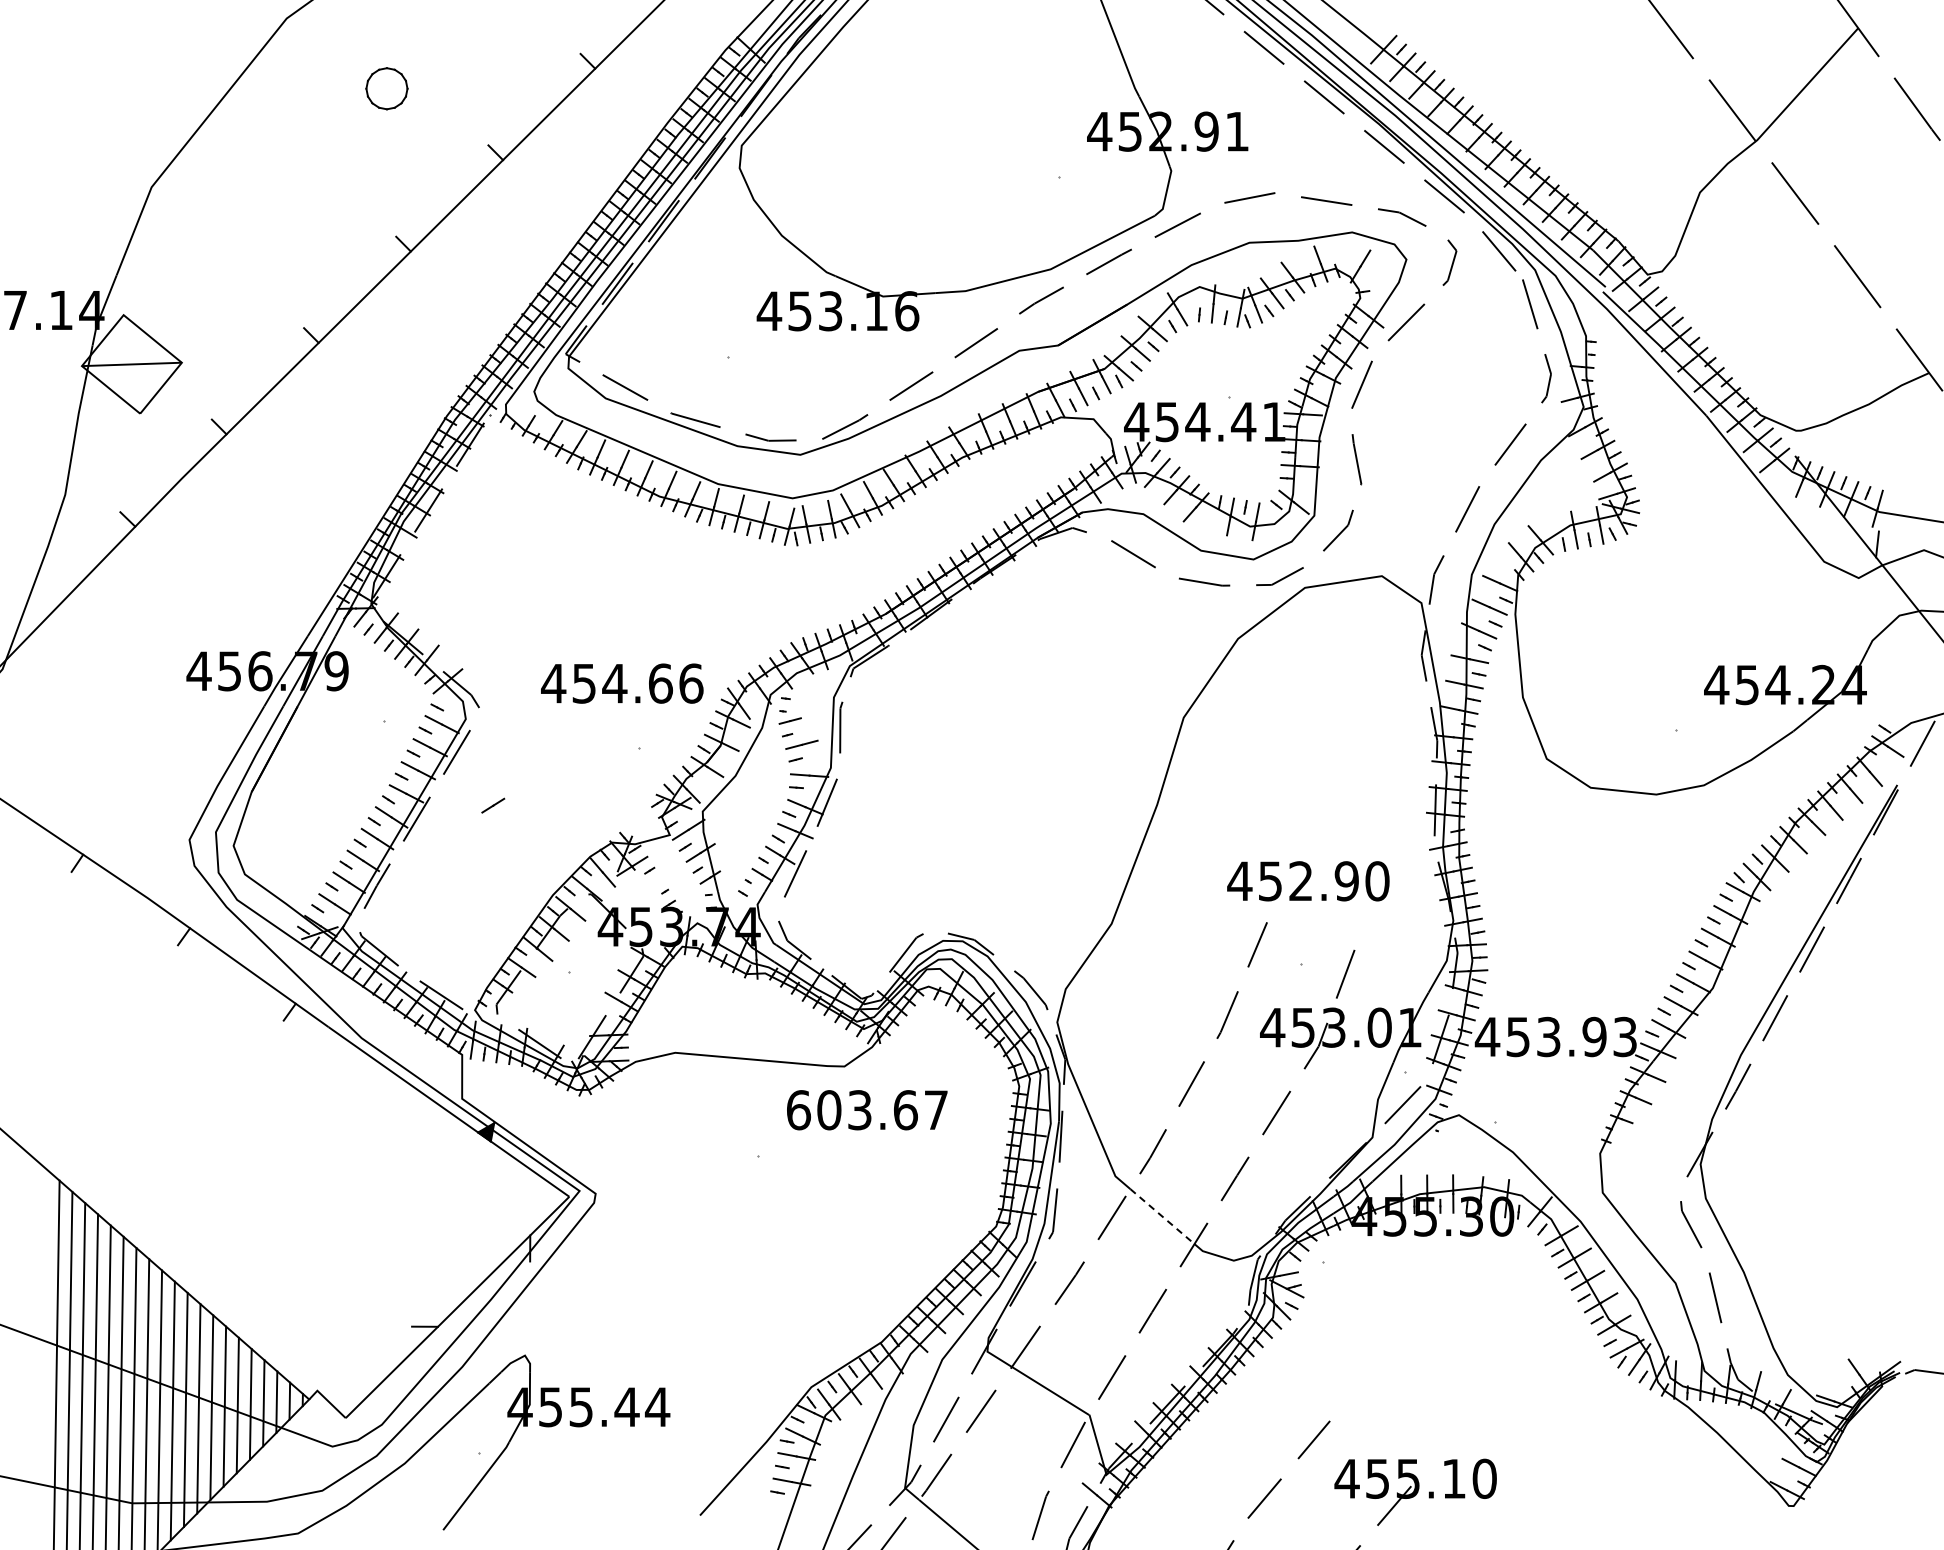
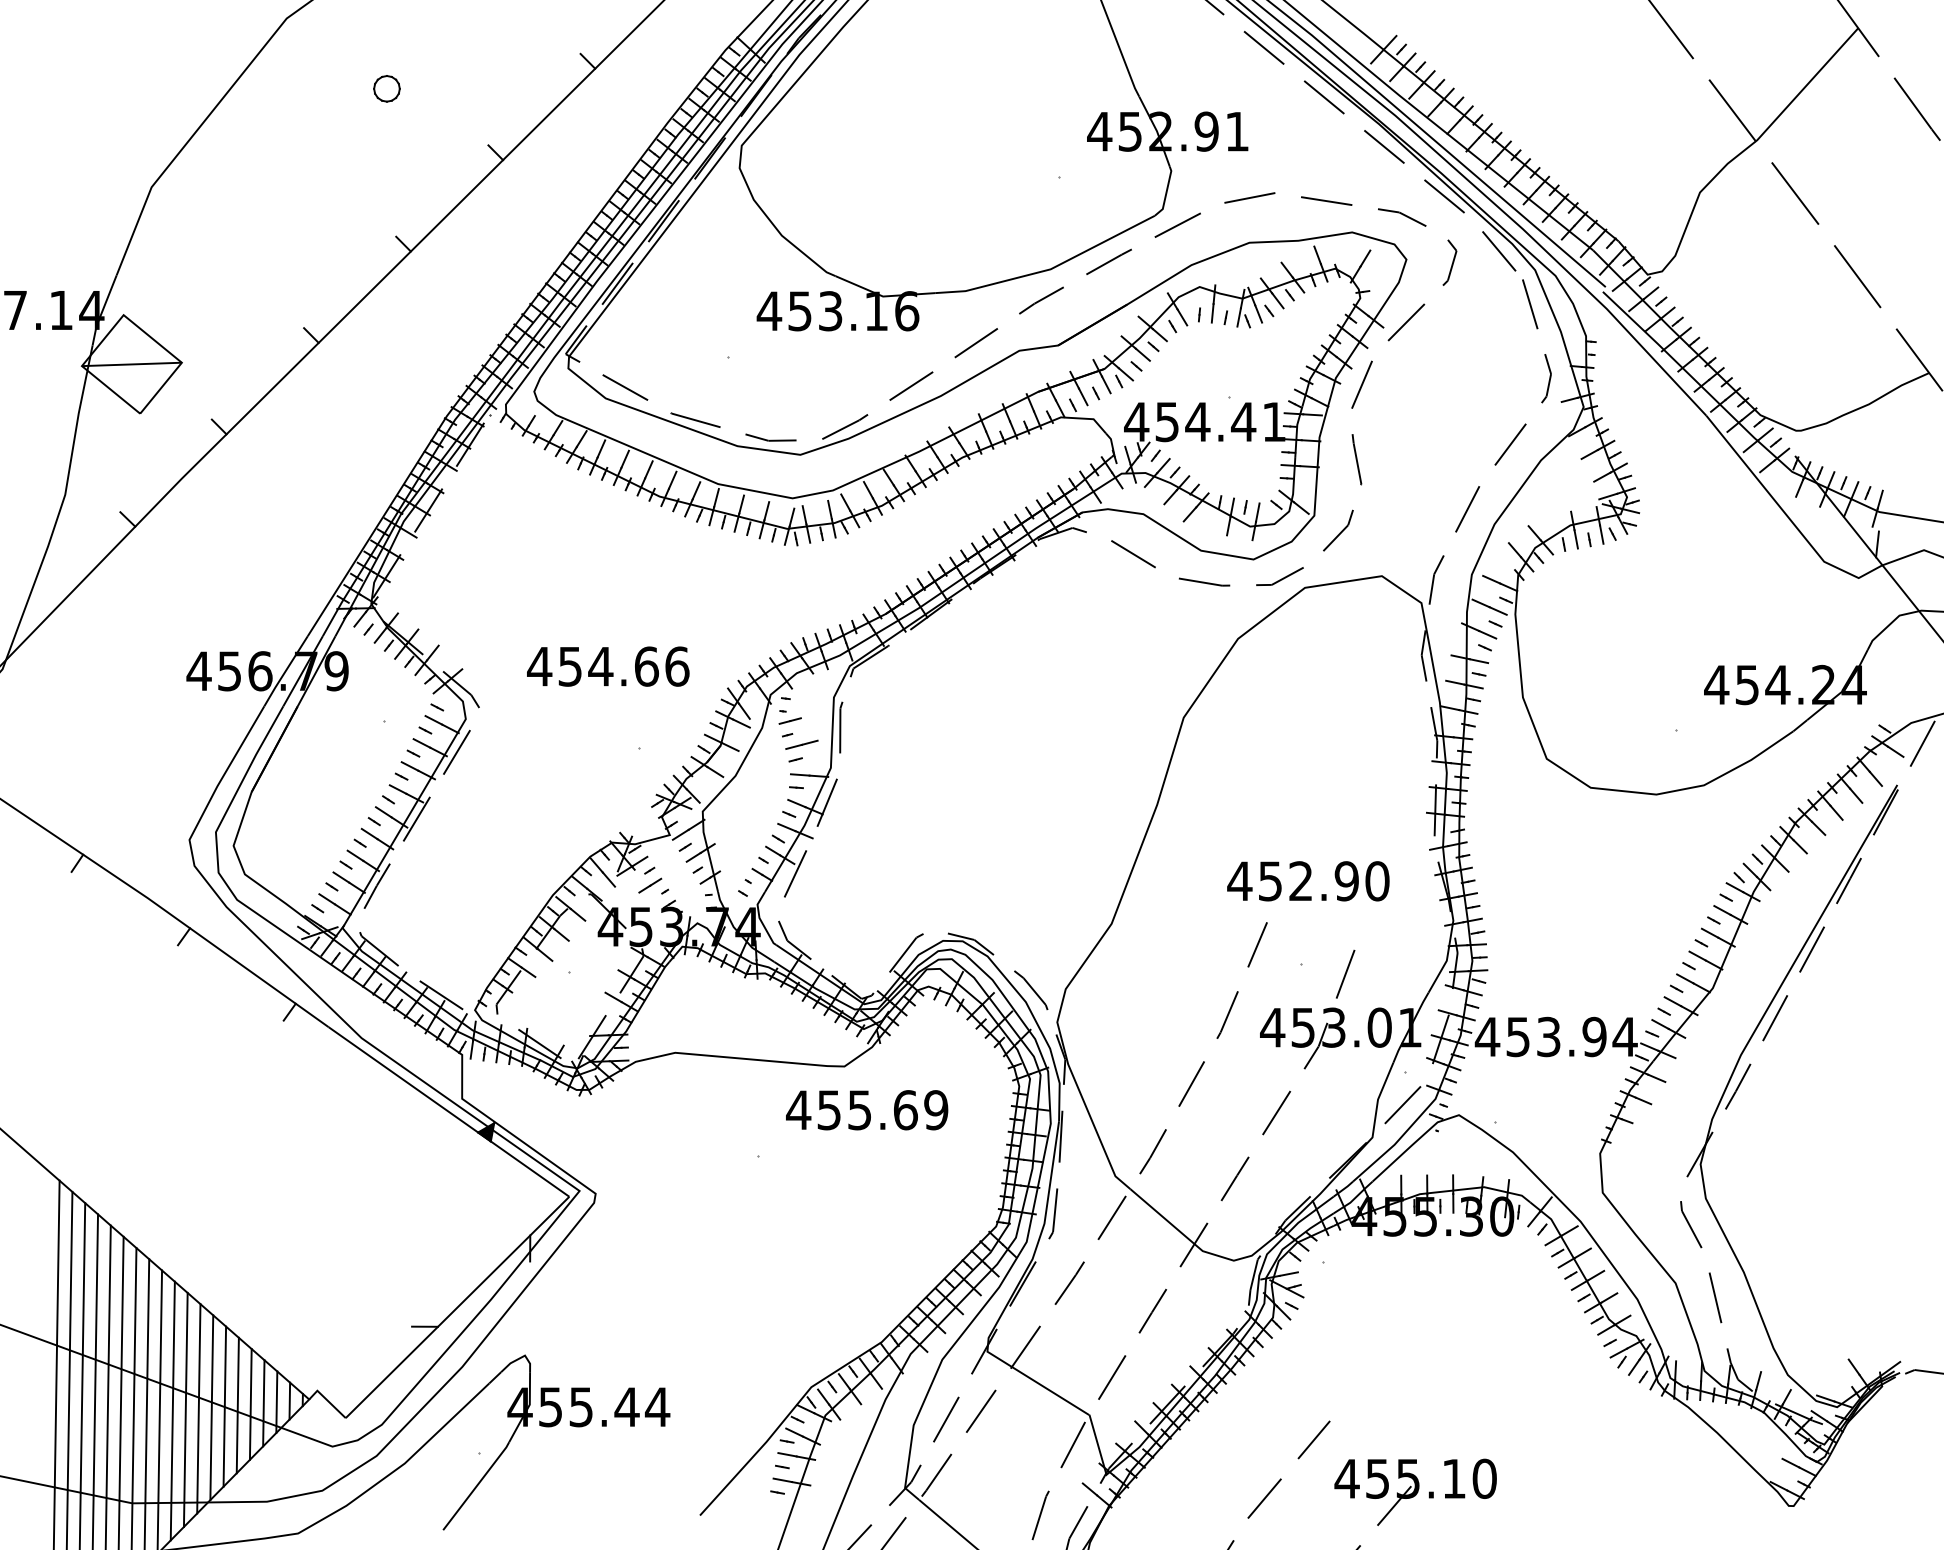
part at (386, 88) size: 44x44 px -> 28x28 px
text at (622, 683) position: (622, 683) -> (608, 666)
line at (493, 805) position: (493, 805) -> (650, 885)
text at (1624, 1036): 453.93 -> 453.94
text at (867, 1110): 603.67 -> 455.69
line at (1162, 1216): dashed -> solid
